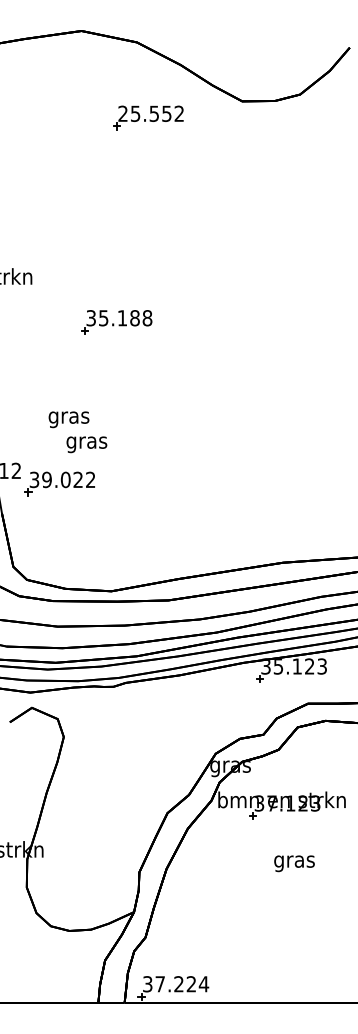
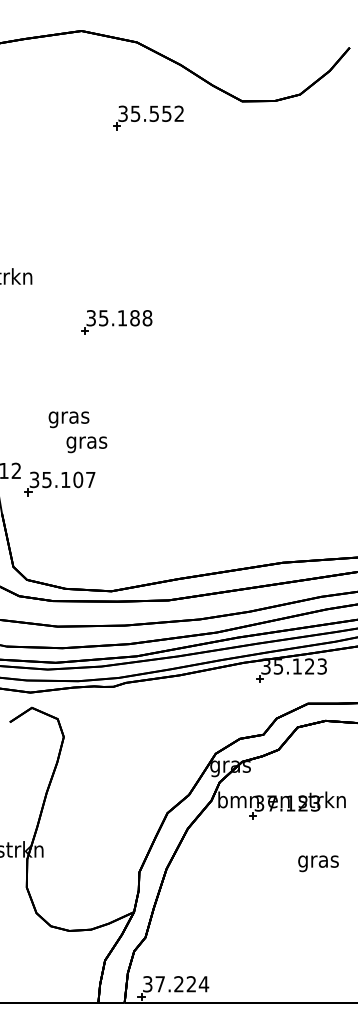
text at (122, 113): 25.552 -> 35.552
text at (68, 479): 39.022 -> 35.107
text at (294, 863) position: (294, 863) -> (318, 863)
